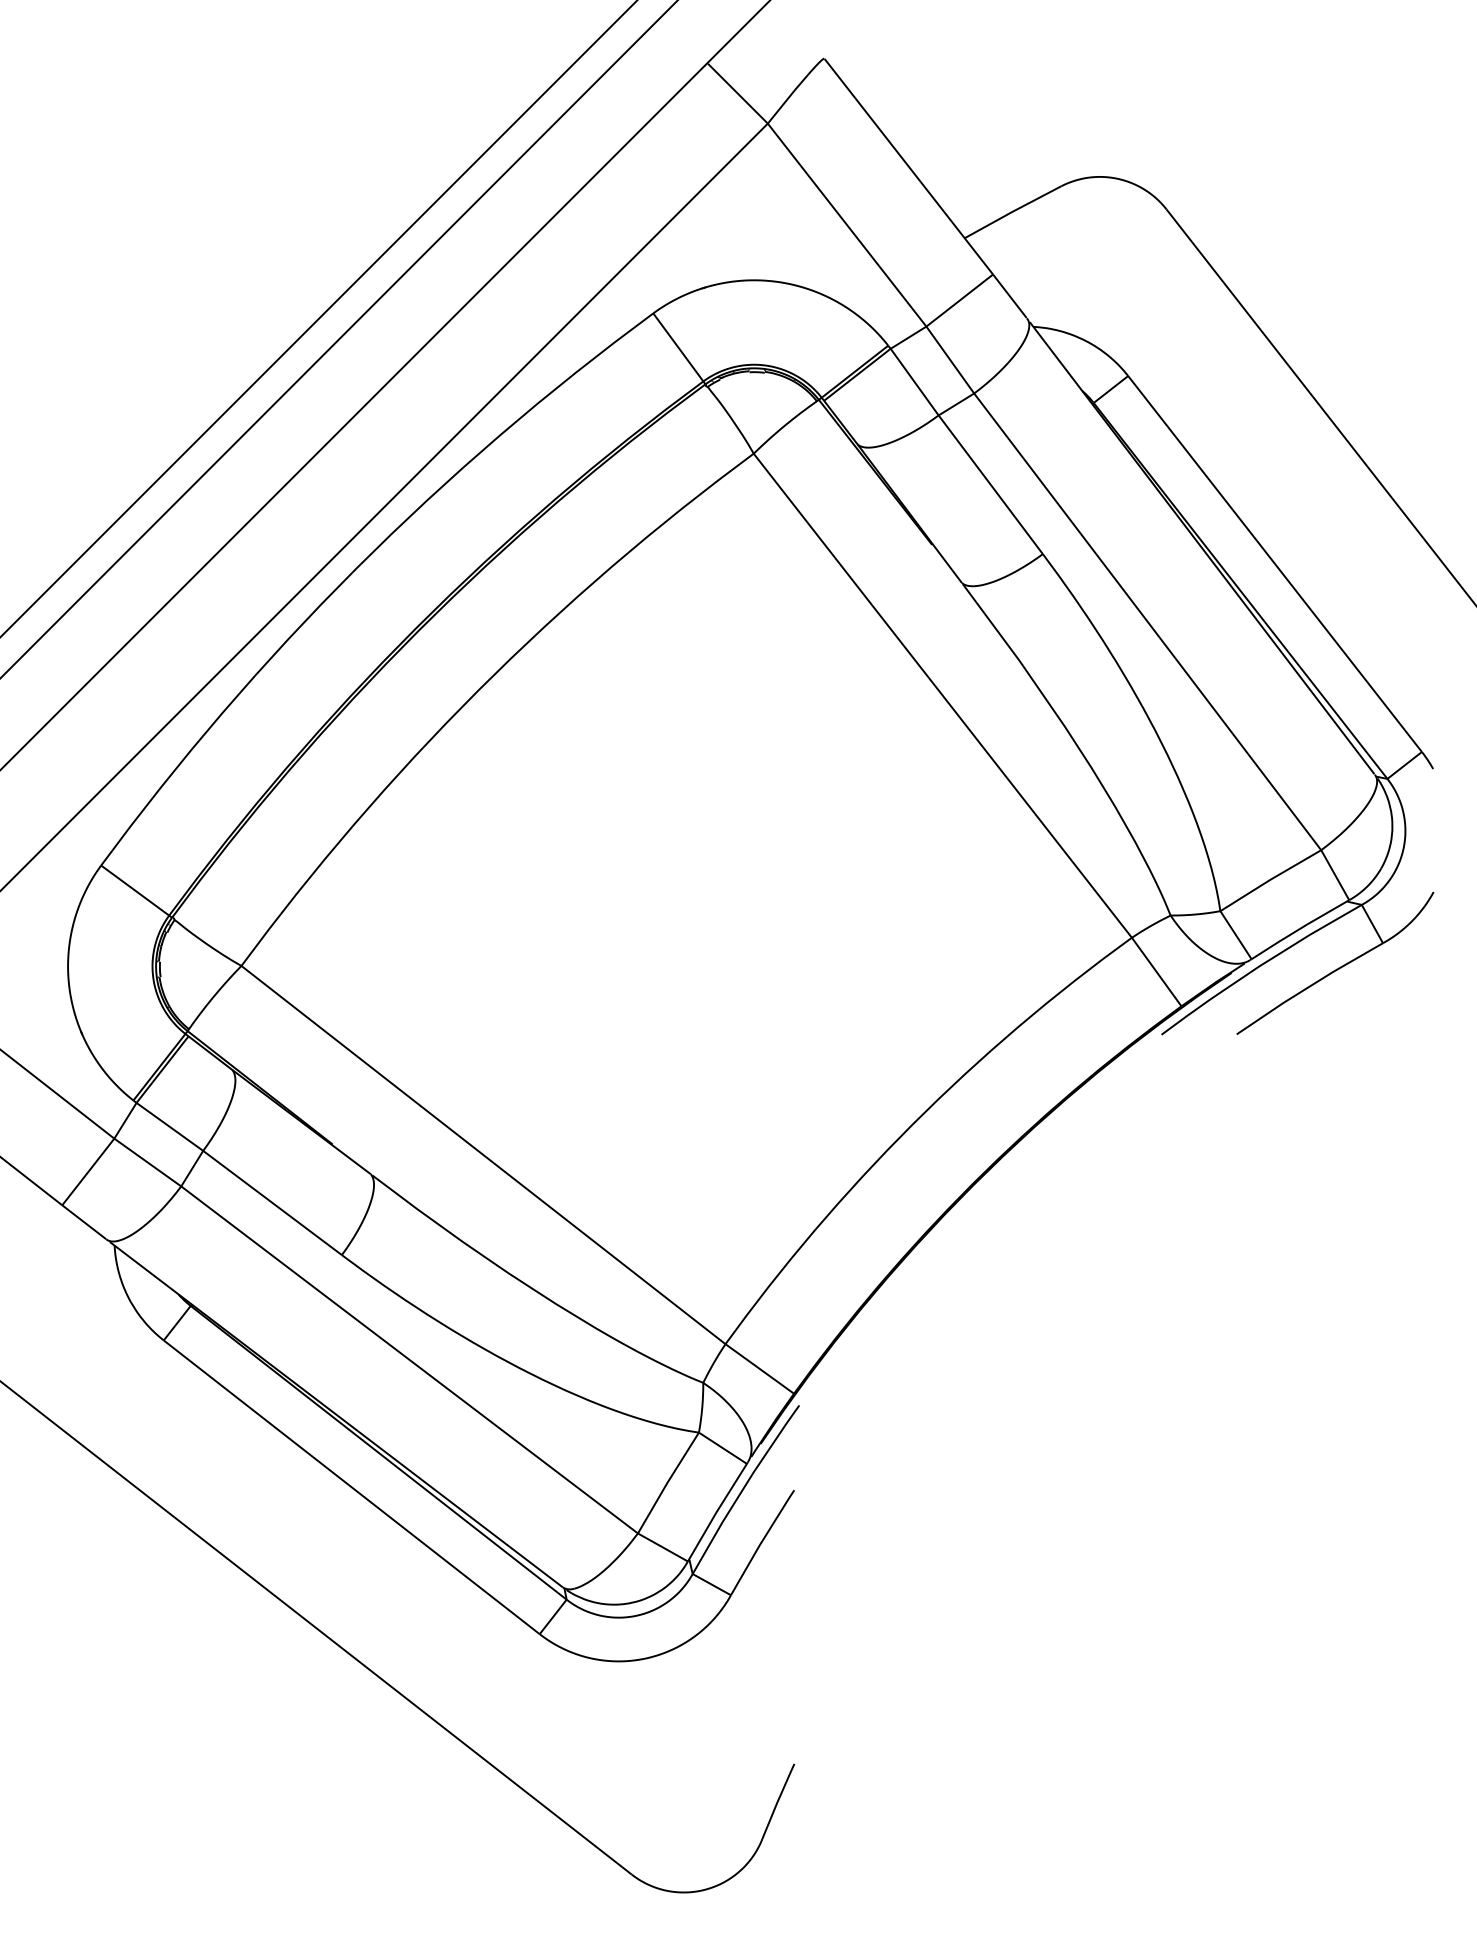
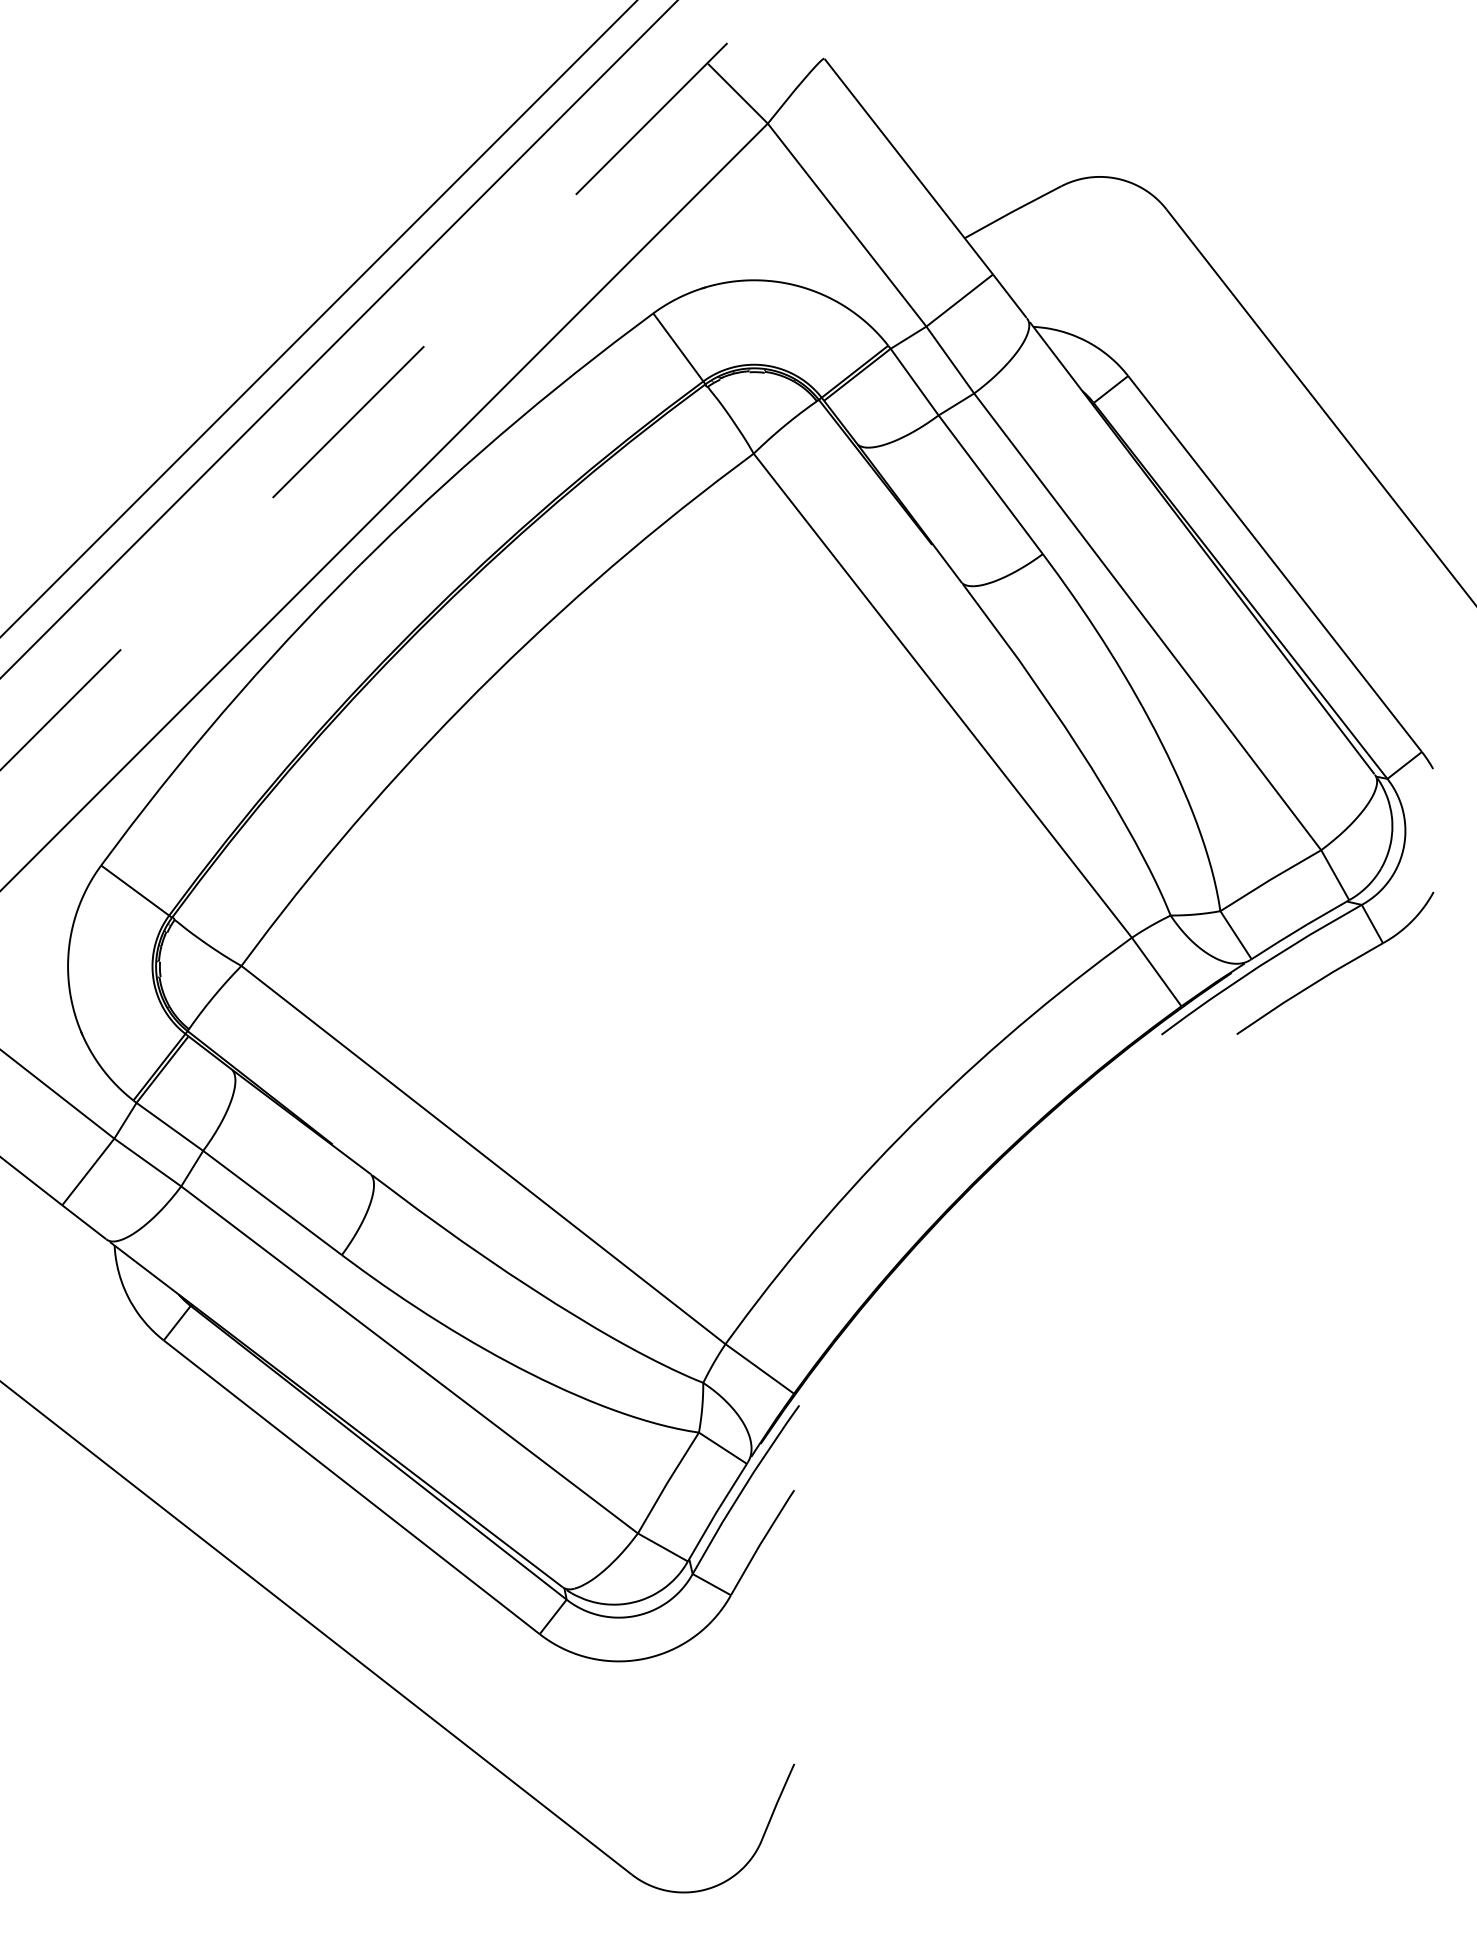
line at (385, 385): solid -> dashed
